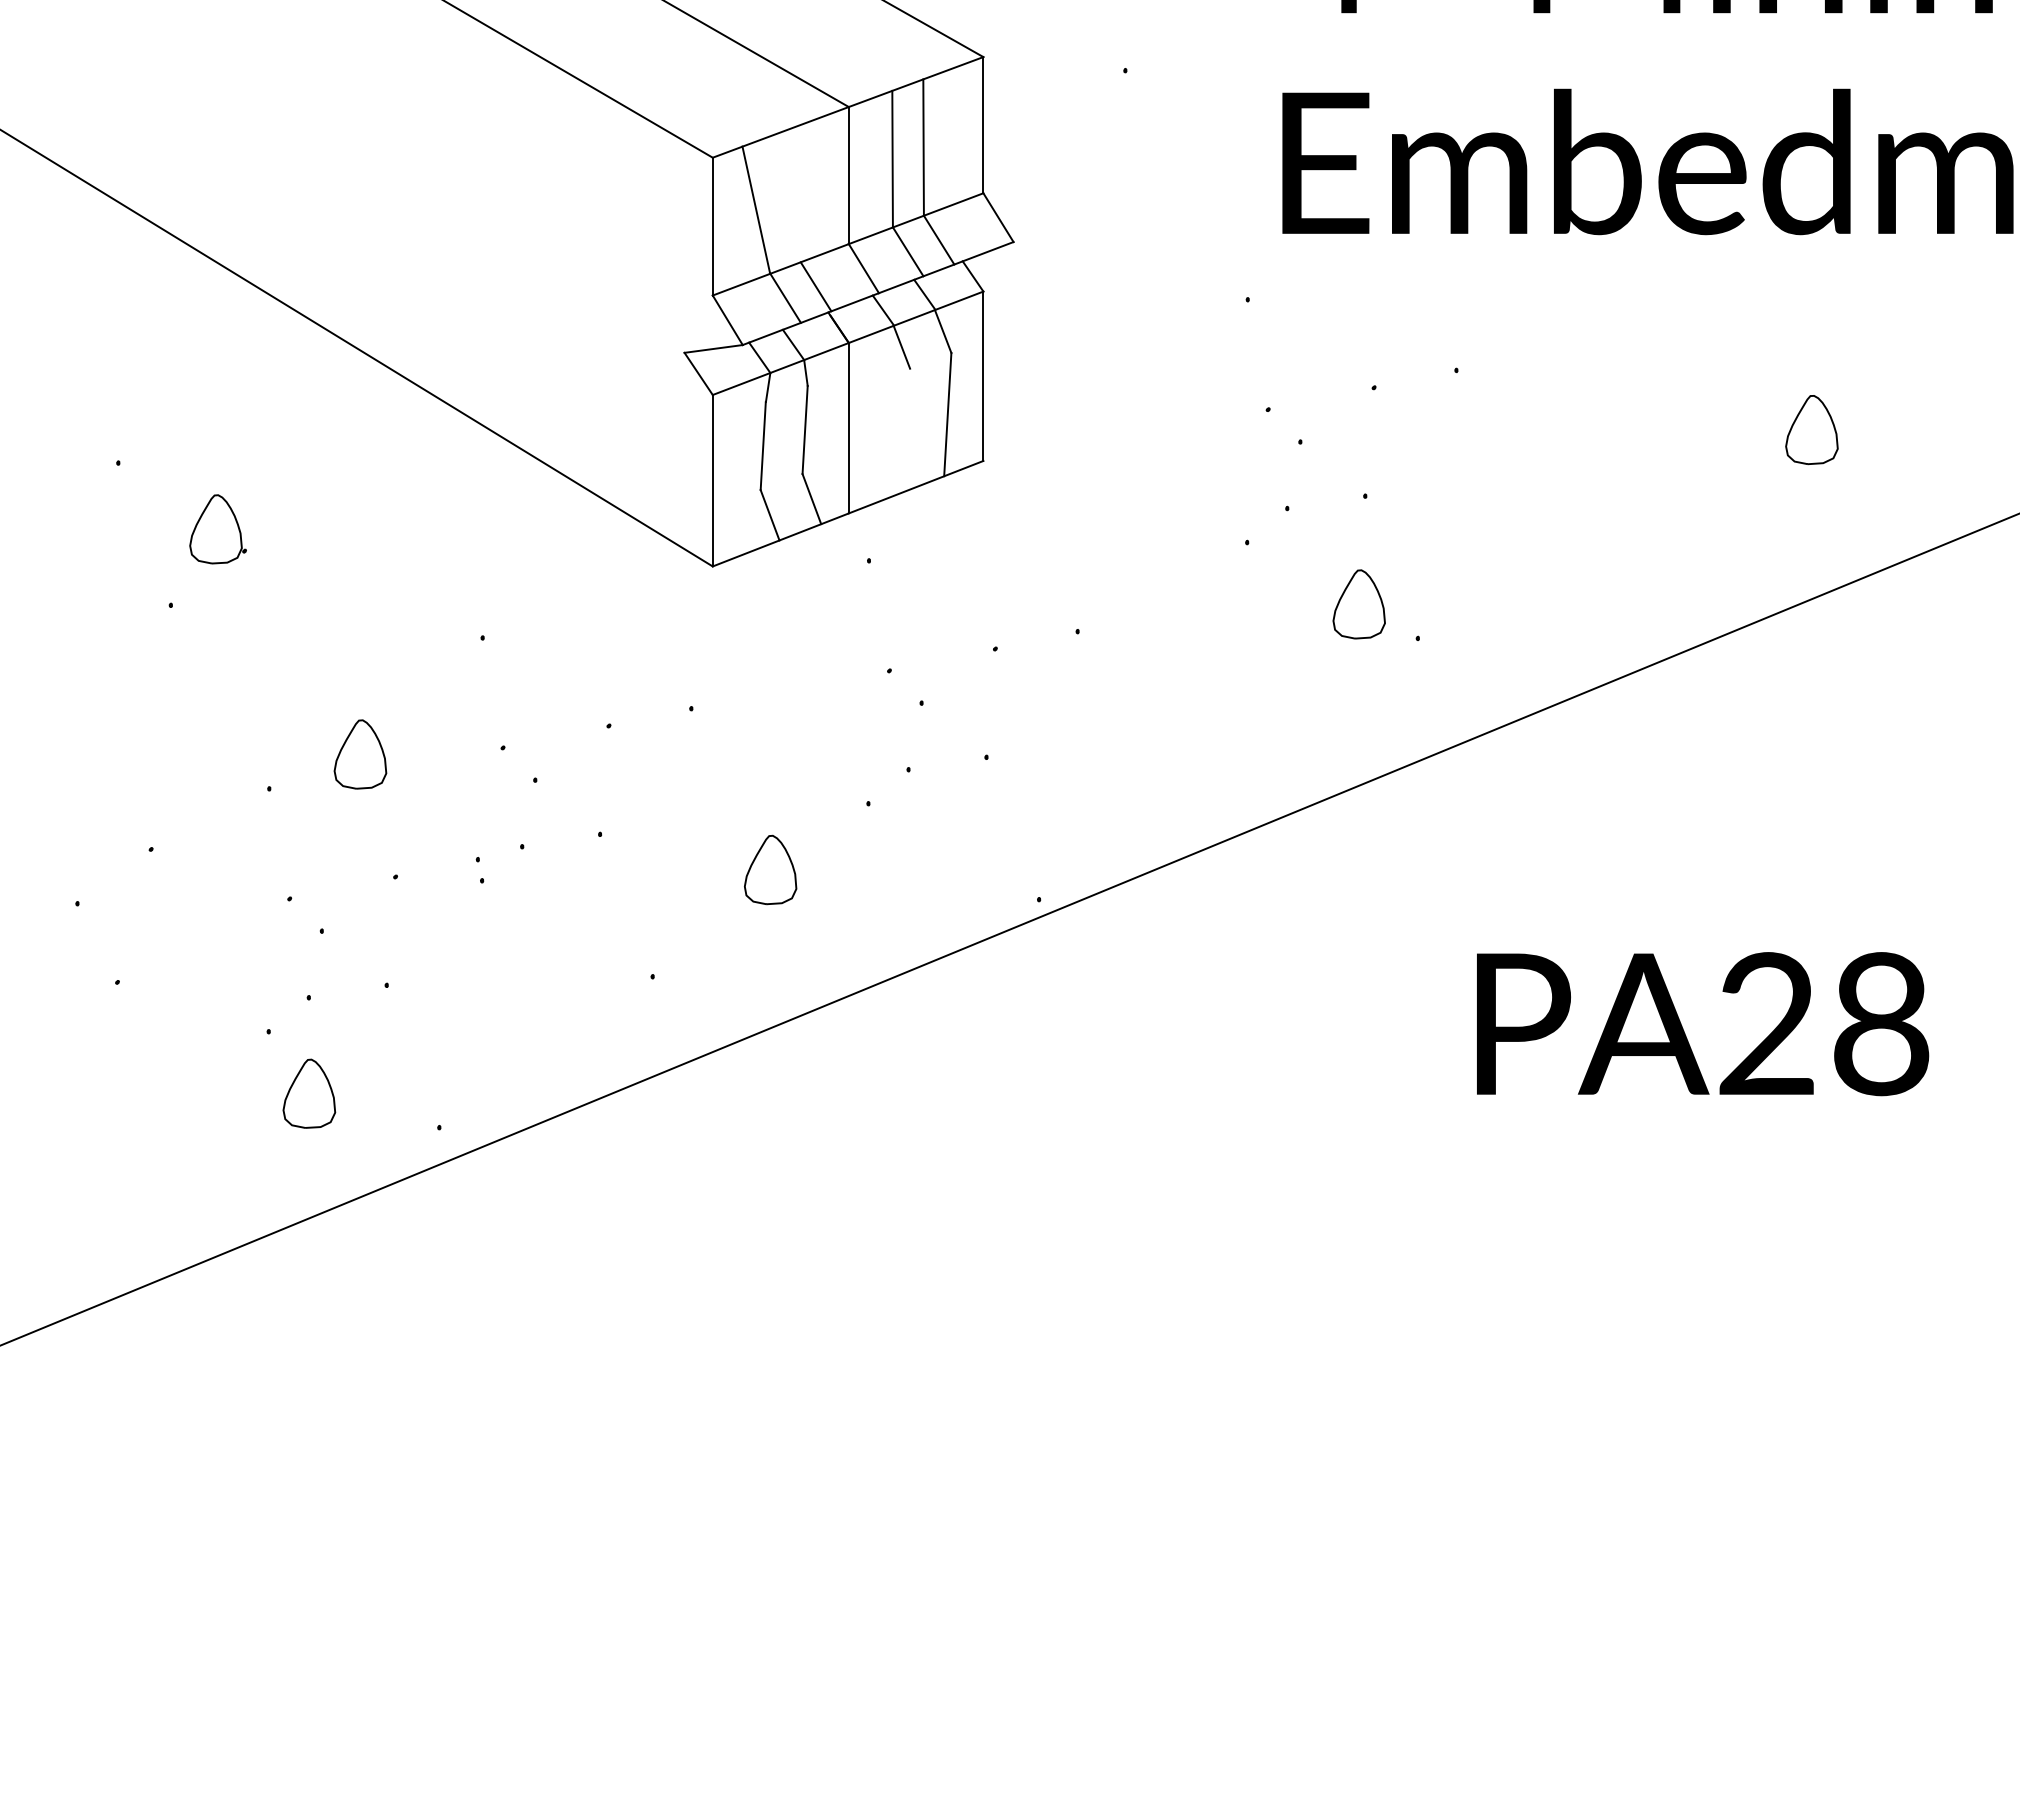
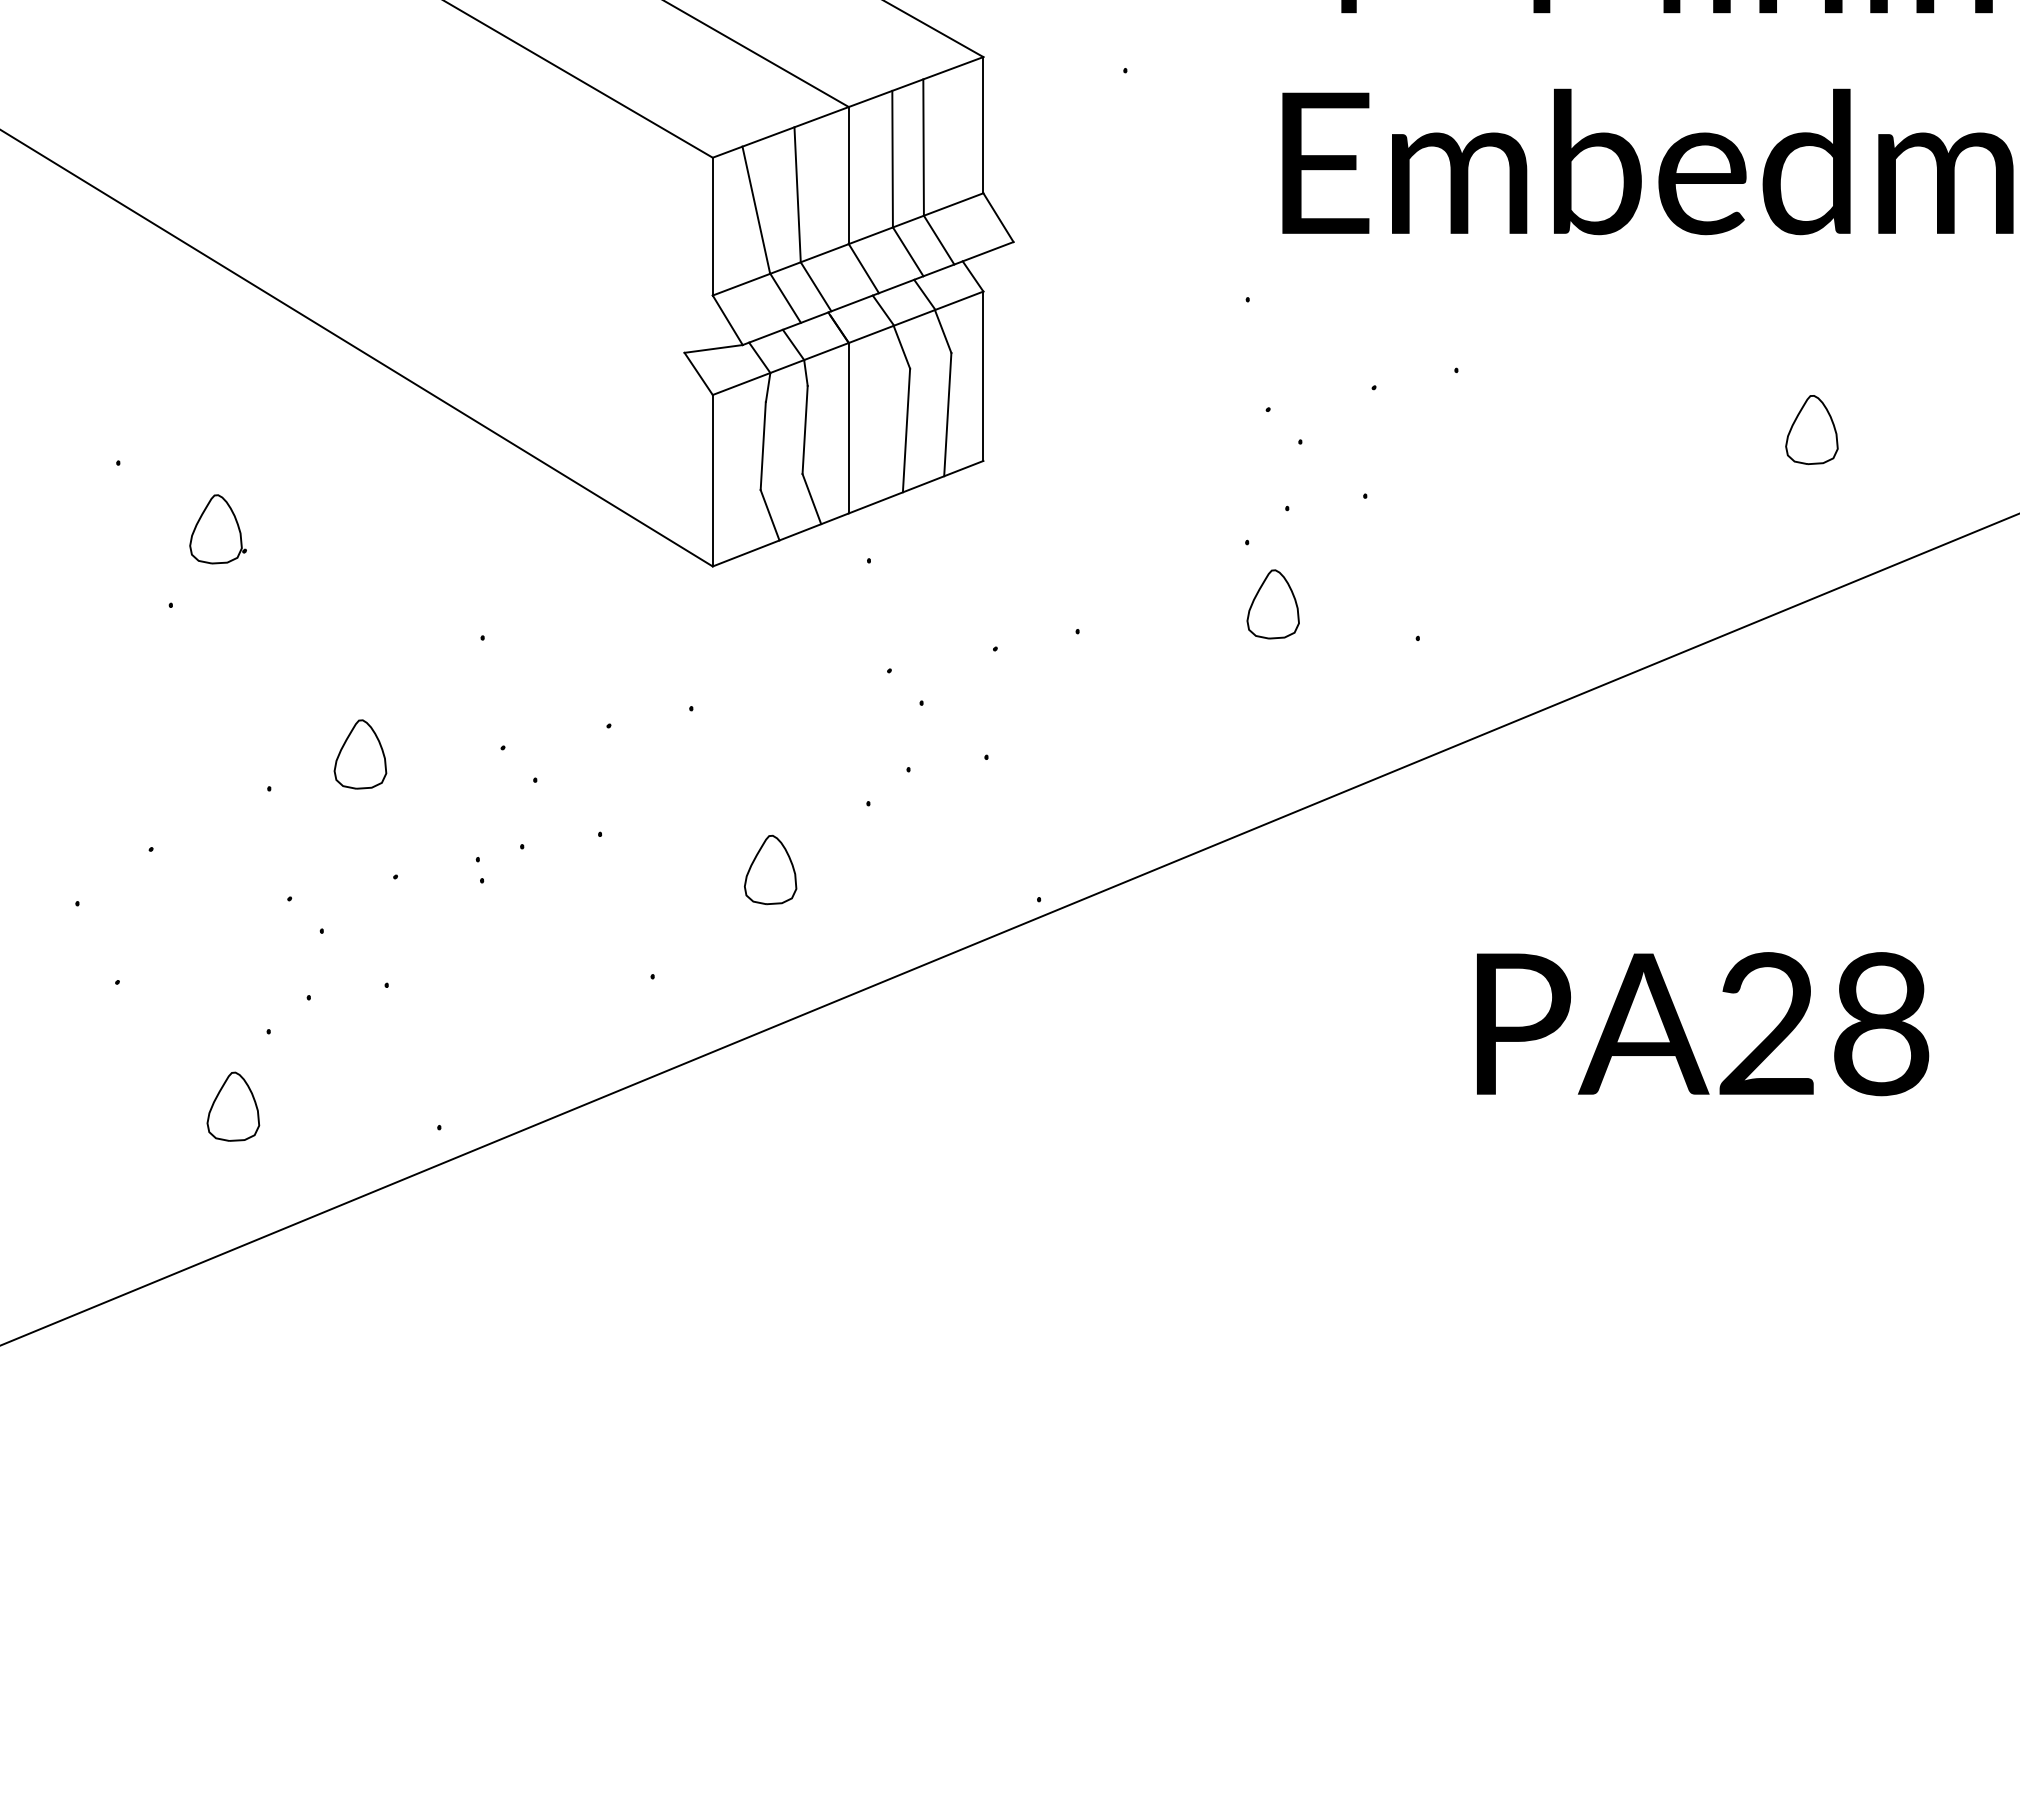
line at (797, 194): none -> present
line at (906, 430): none -> present
part at (1358, 604) position: (1358, 604) -> (1272, 604)
part at (309, 1093) position: (309, 1093) -> (233, 1106)
